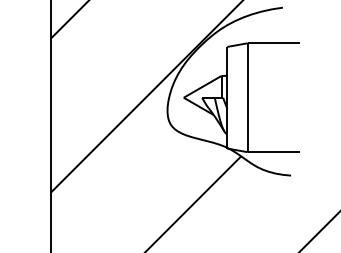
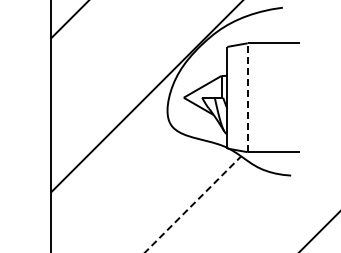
line at (247, 97): solid -> dashed
line at (193, 204): solid -> dashed
